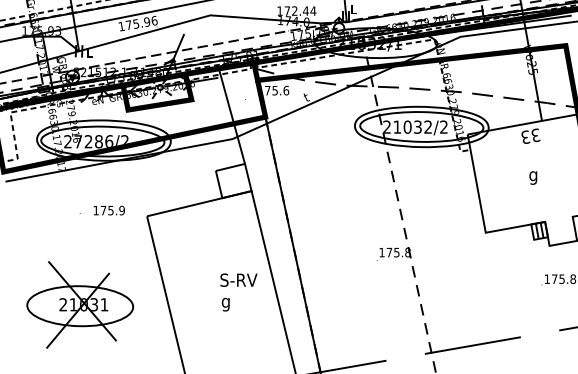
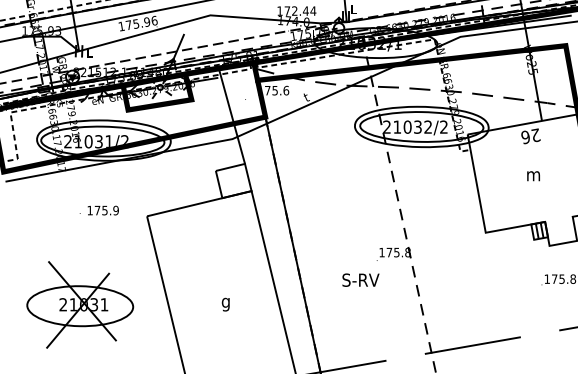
text at (530, 136): 33 -> 26
text at (93, 141): 27286/2 -> 21031/2
text at (533, 177): g -> m
text at (108, 210) position: (108, 210) -> (102, 210)
text at (238, 279) position: (238, 279) -> (360, 279)
